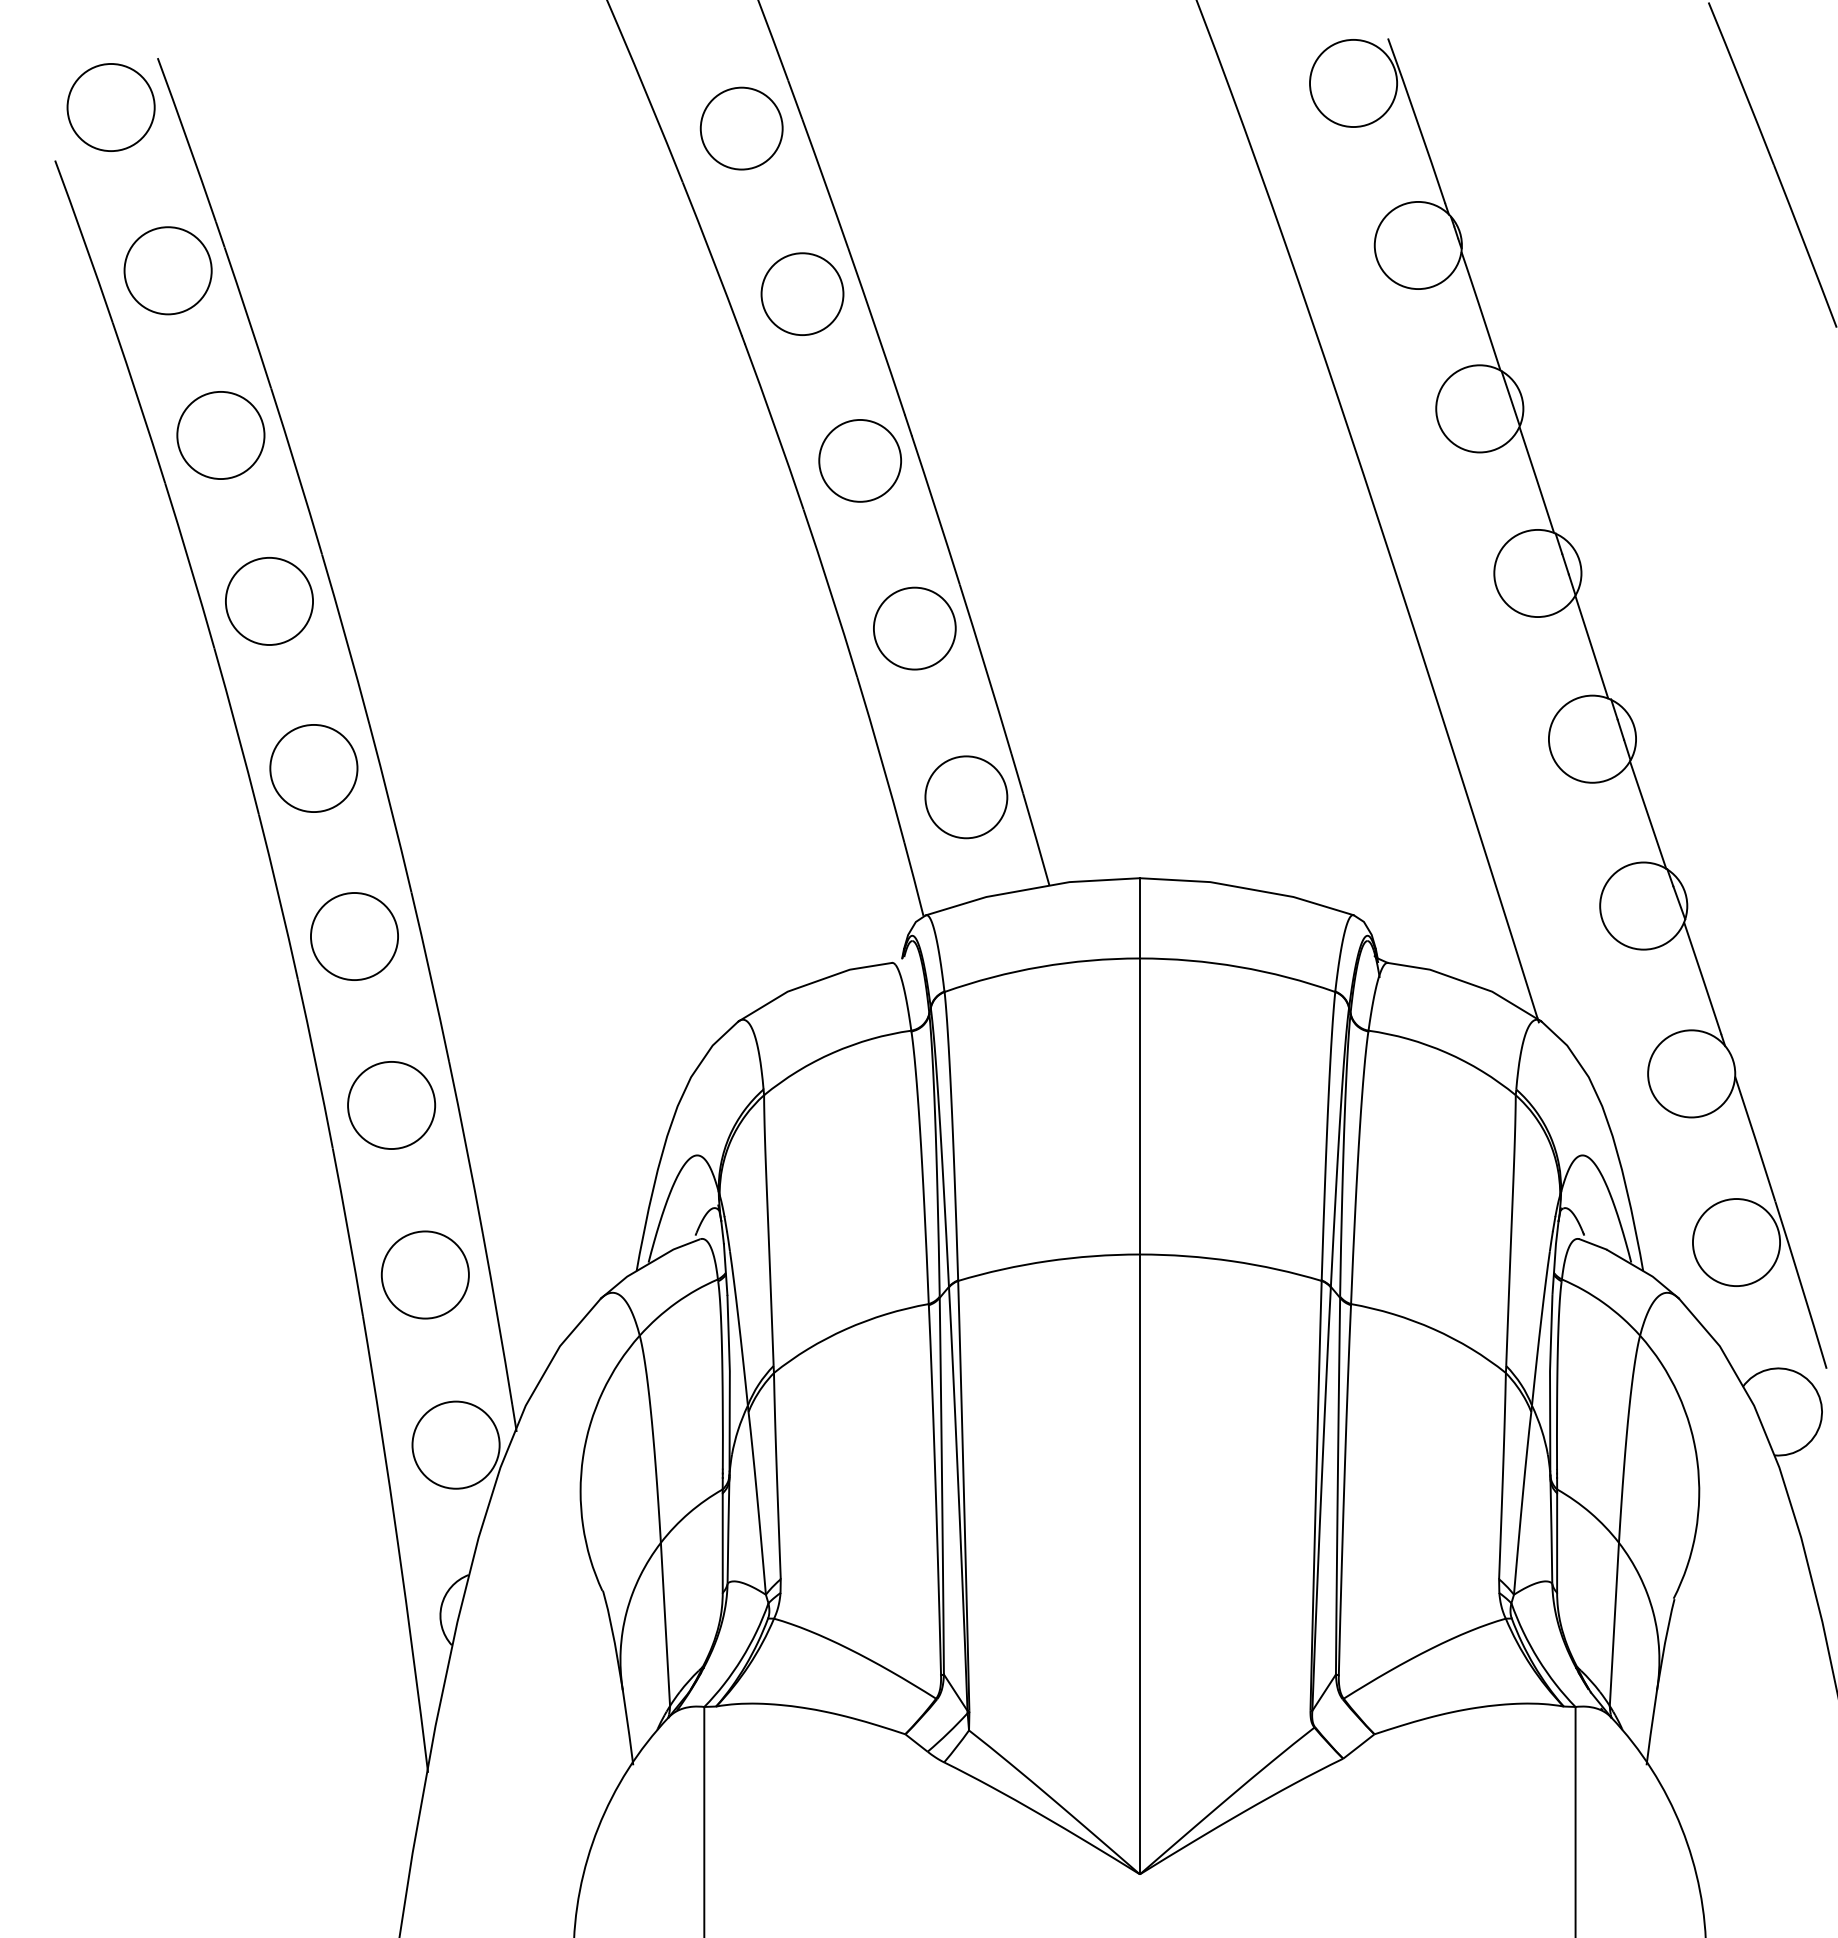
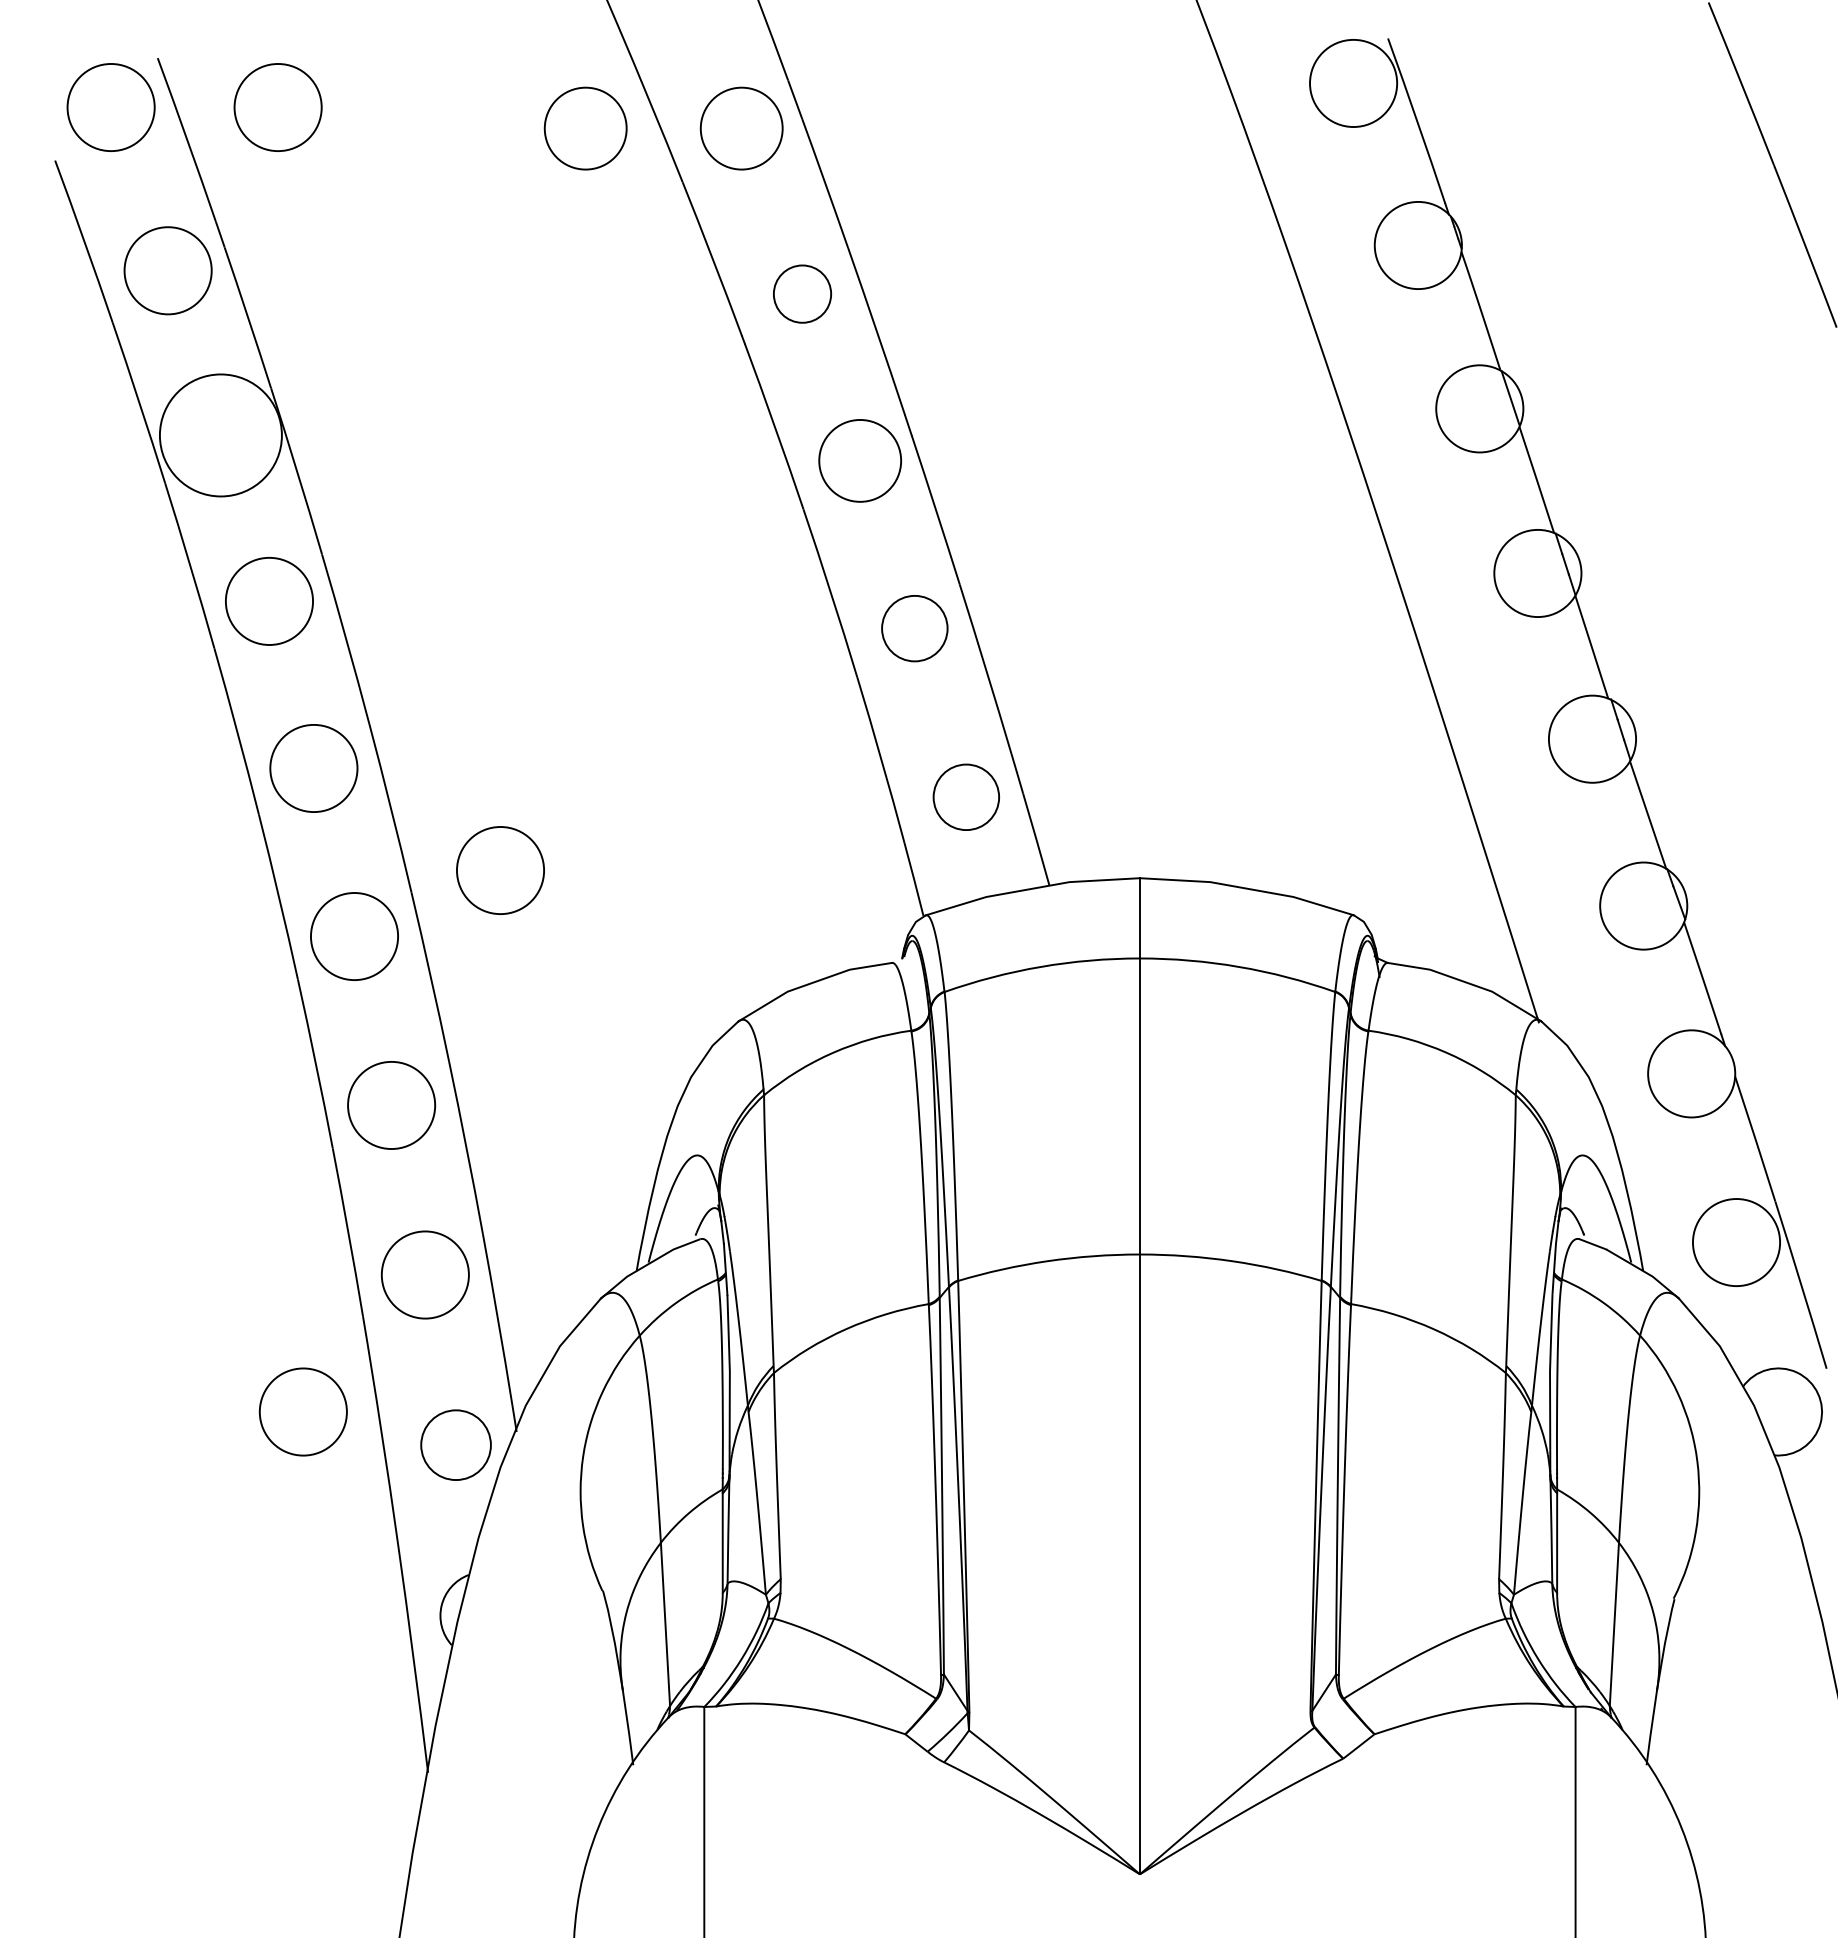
circle at (277, 107): none -> present
circle at (585, 128): none -> present
circle at (802, 293) size: 85x84 px -> 59x60 px
circle at (220, 435) diameter: 87 px -> 122 px
circle at (914, 628) diameter: 82 px -> 66 px
circle at (966, 797) diameter: 82 px -> 66 px
circle at (500, 870): none -> present
circle at (302, 1411): none -> present
circle at (455, 1444) diameter: 87 px -> 70 px
